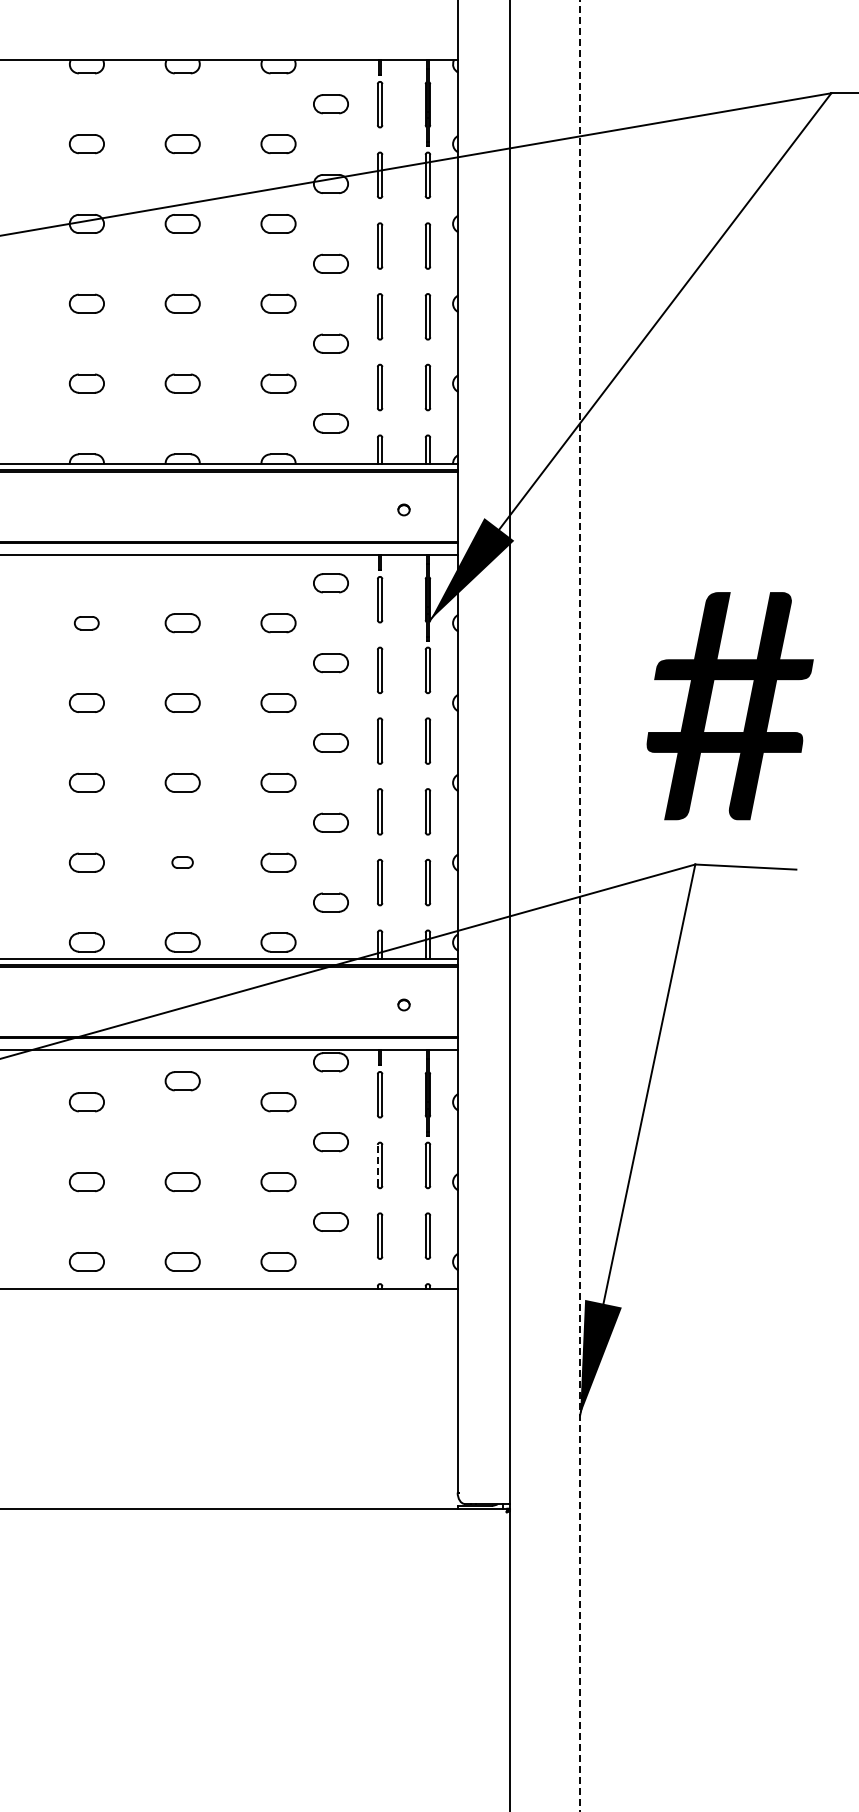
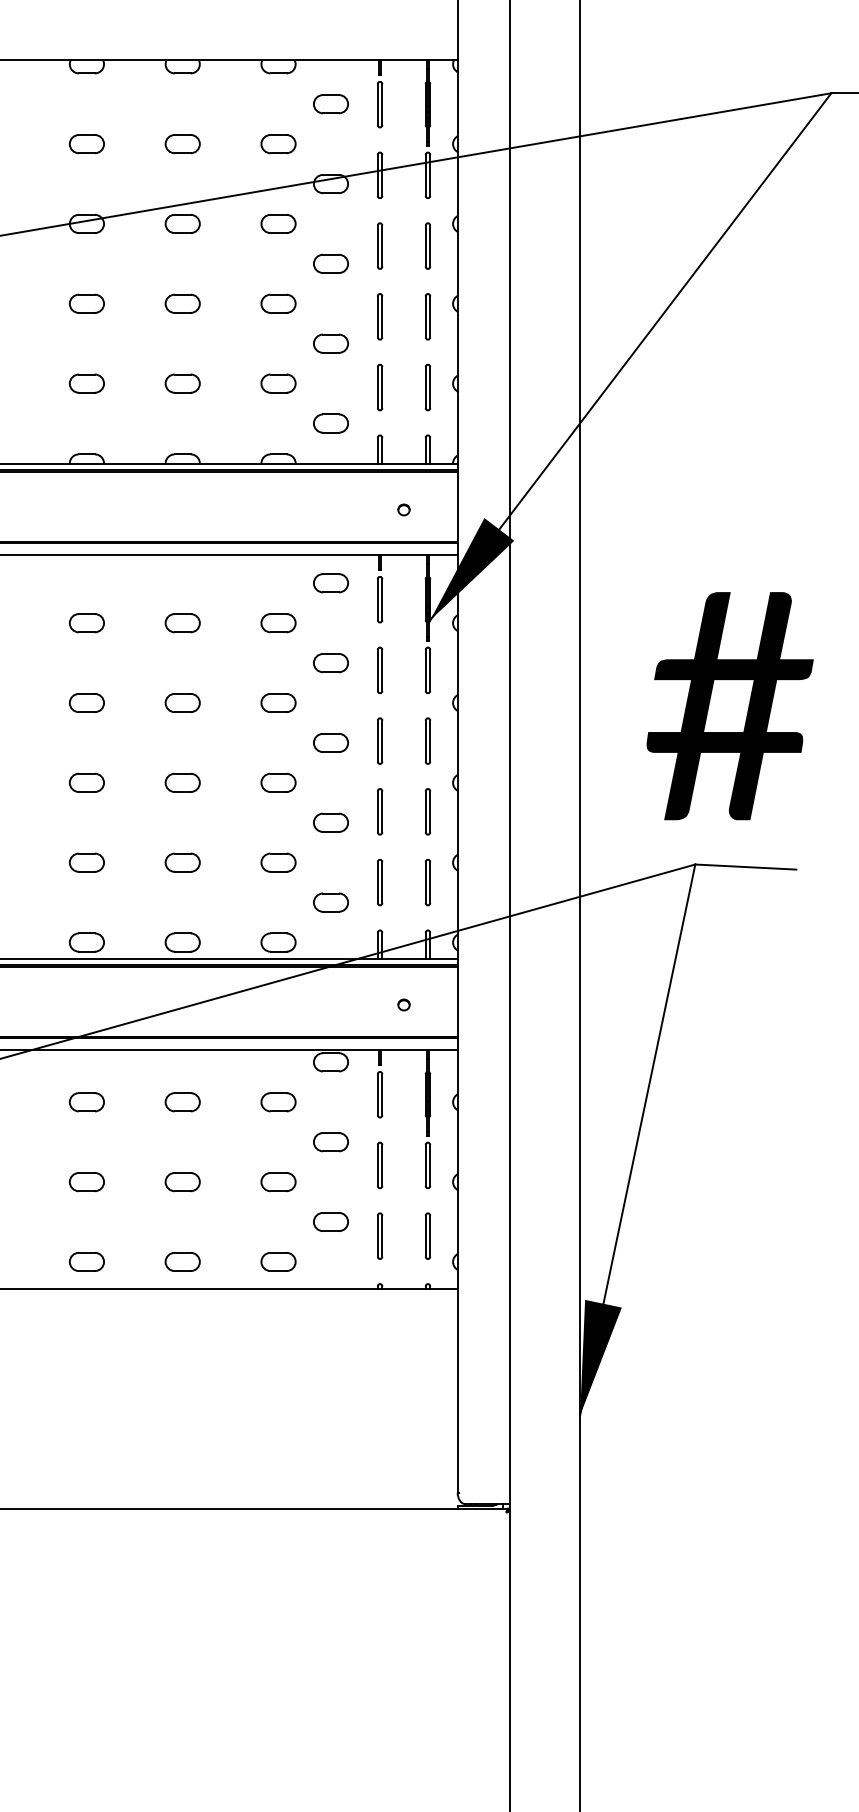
part at (86, 623) size: 26x15 px -> 37x21 px
part at (182, 862) size: 23x13 px -> 37x21 px
line at (580, 906): dashed -> solid
part at (182, 1081) position: (182, 1081) -> (182, 1102)
line at (377, 1165): dashed -> solid
